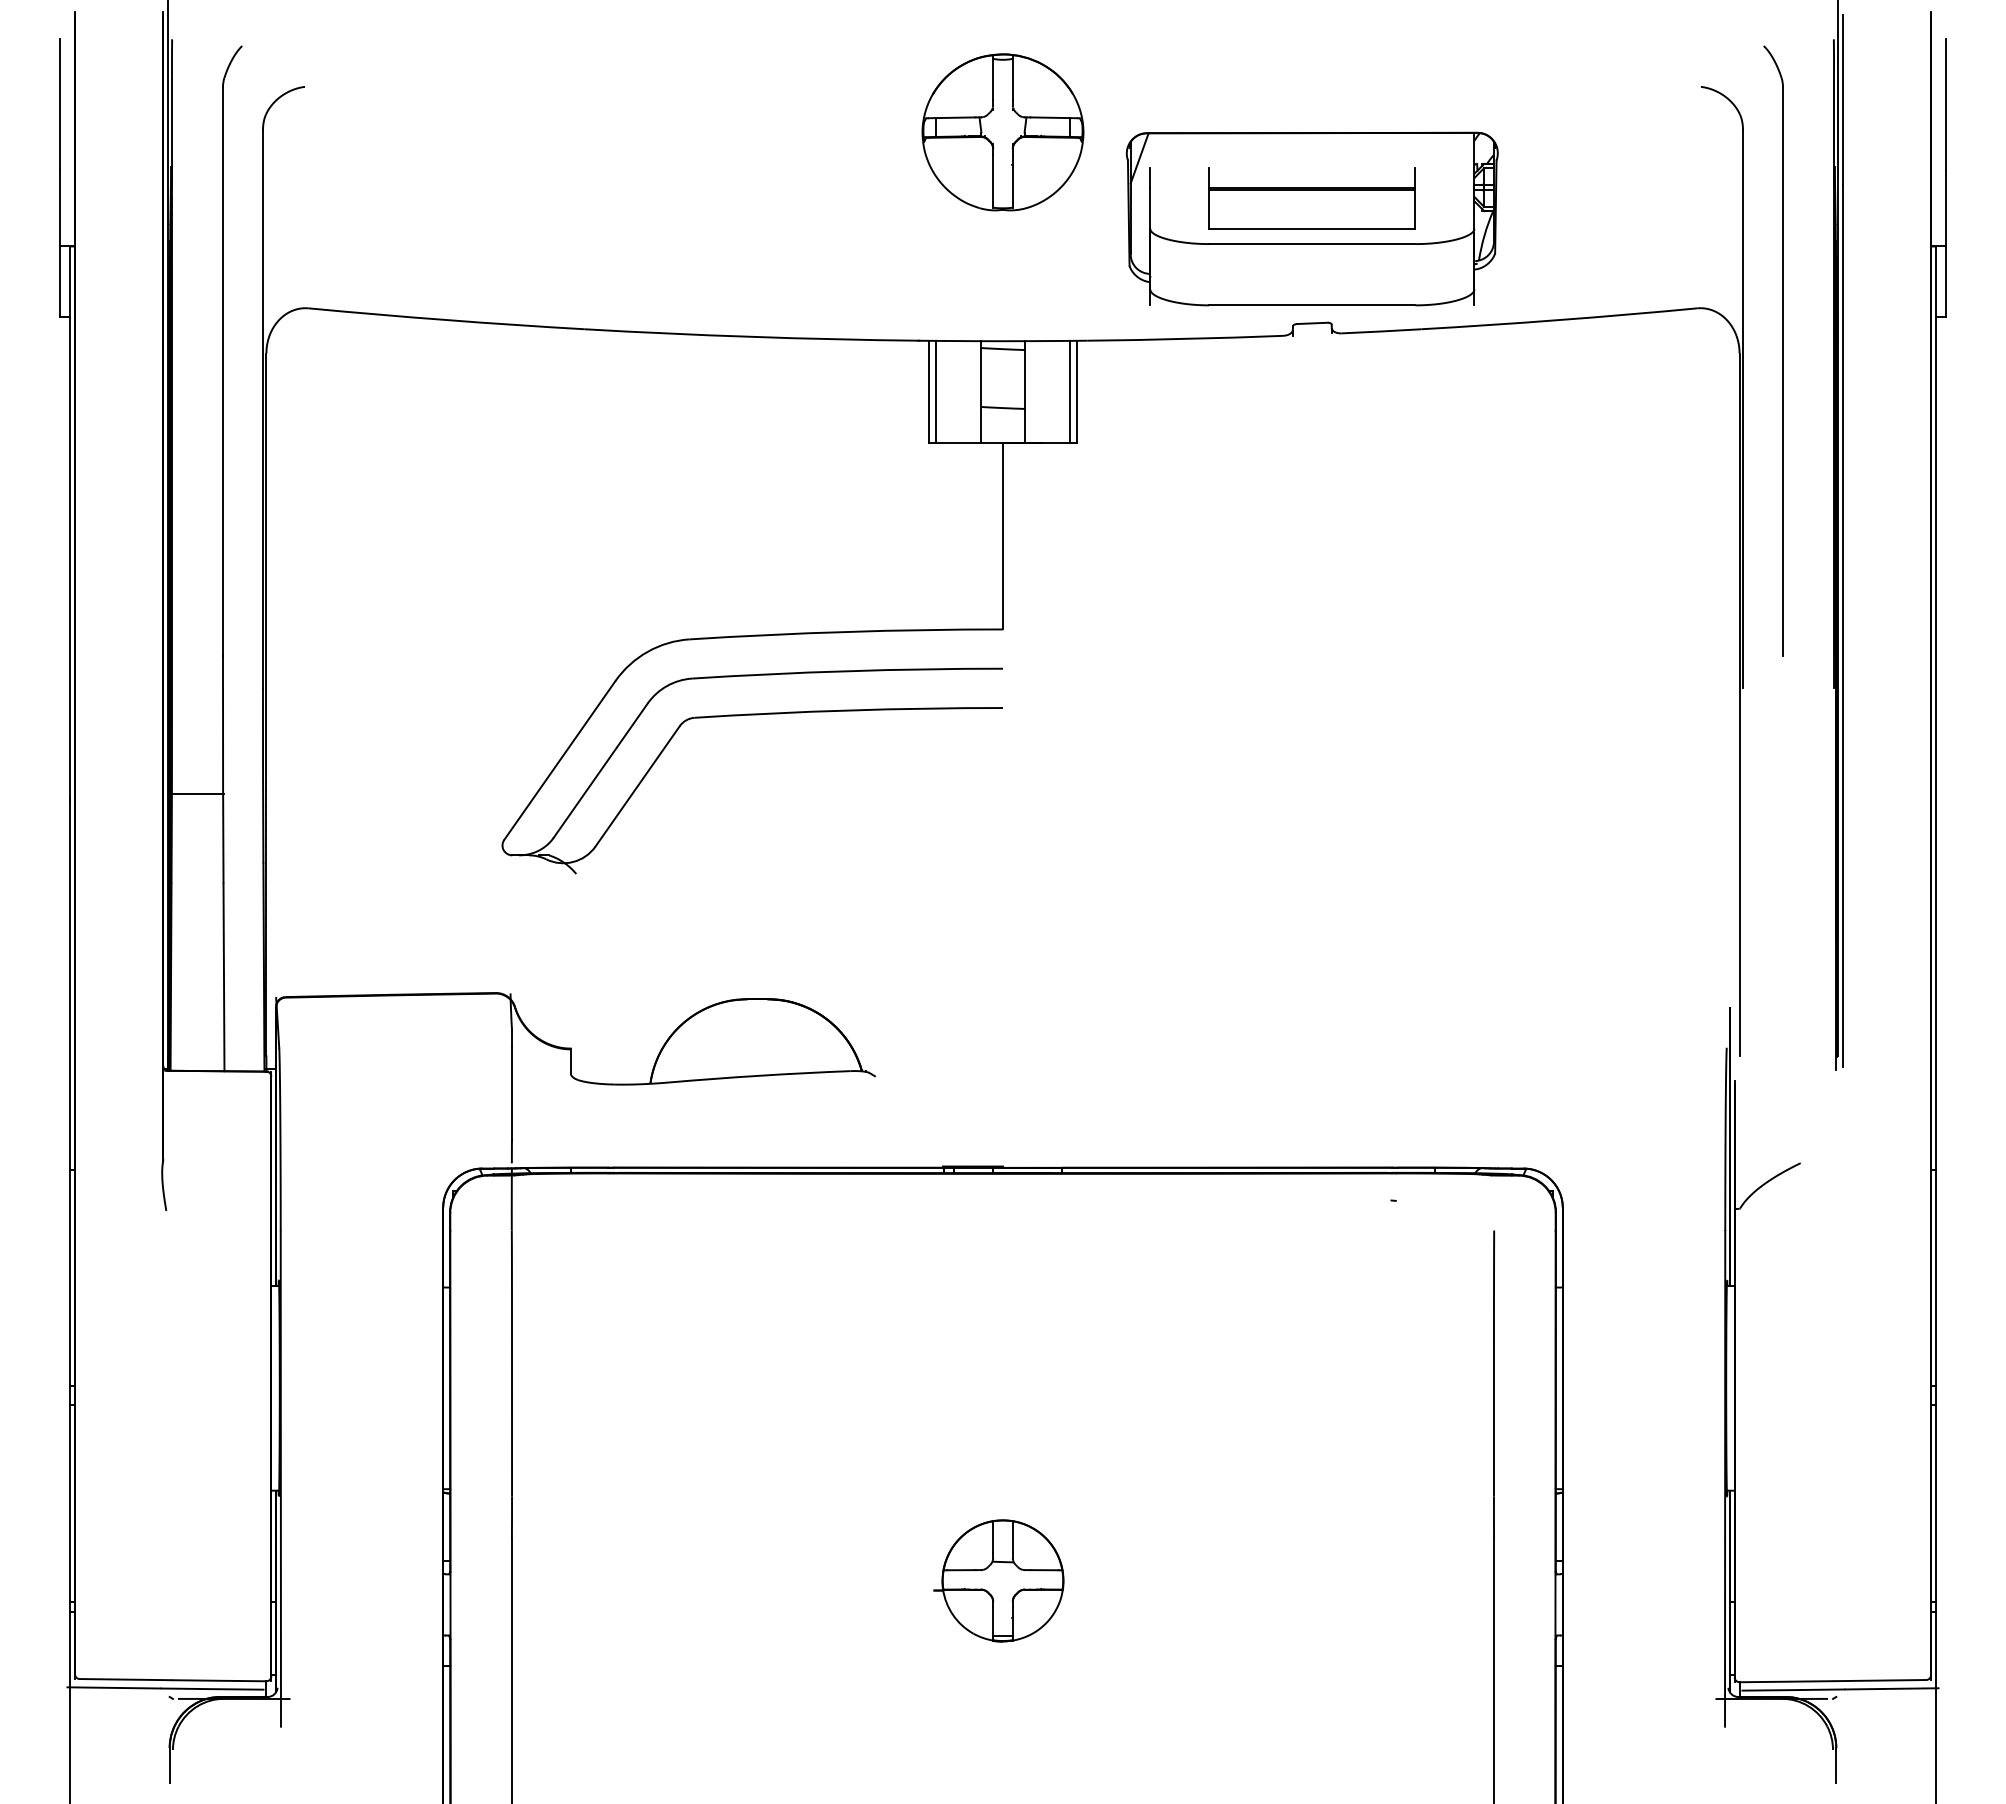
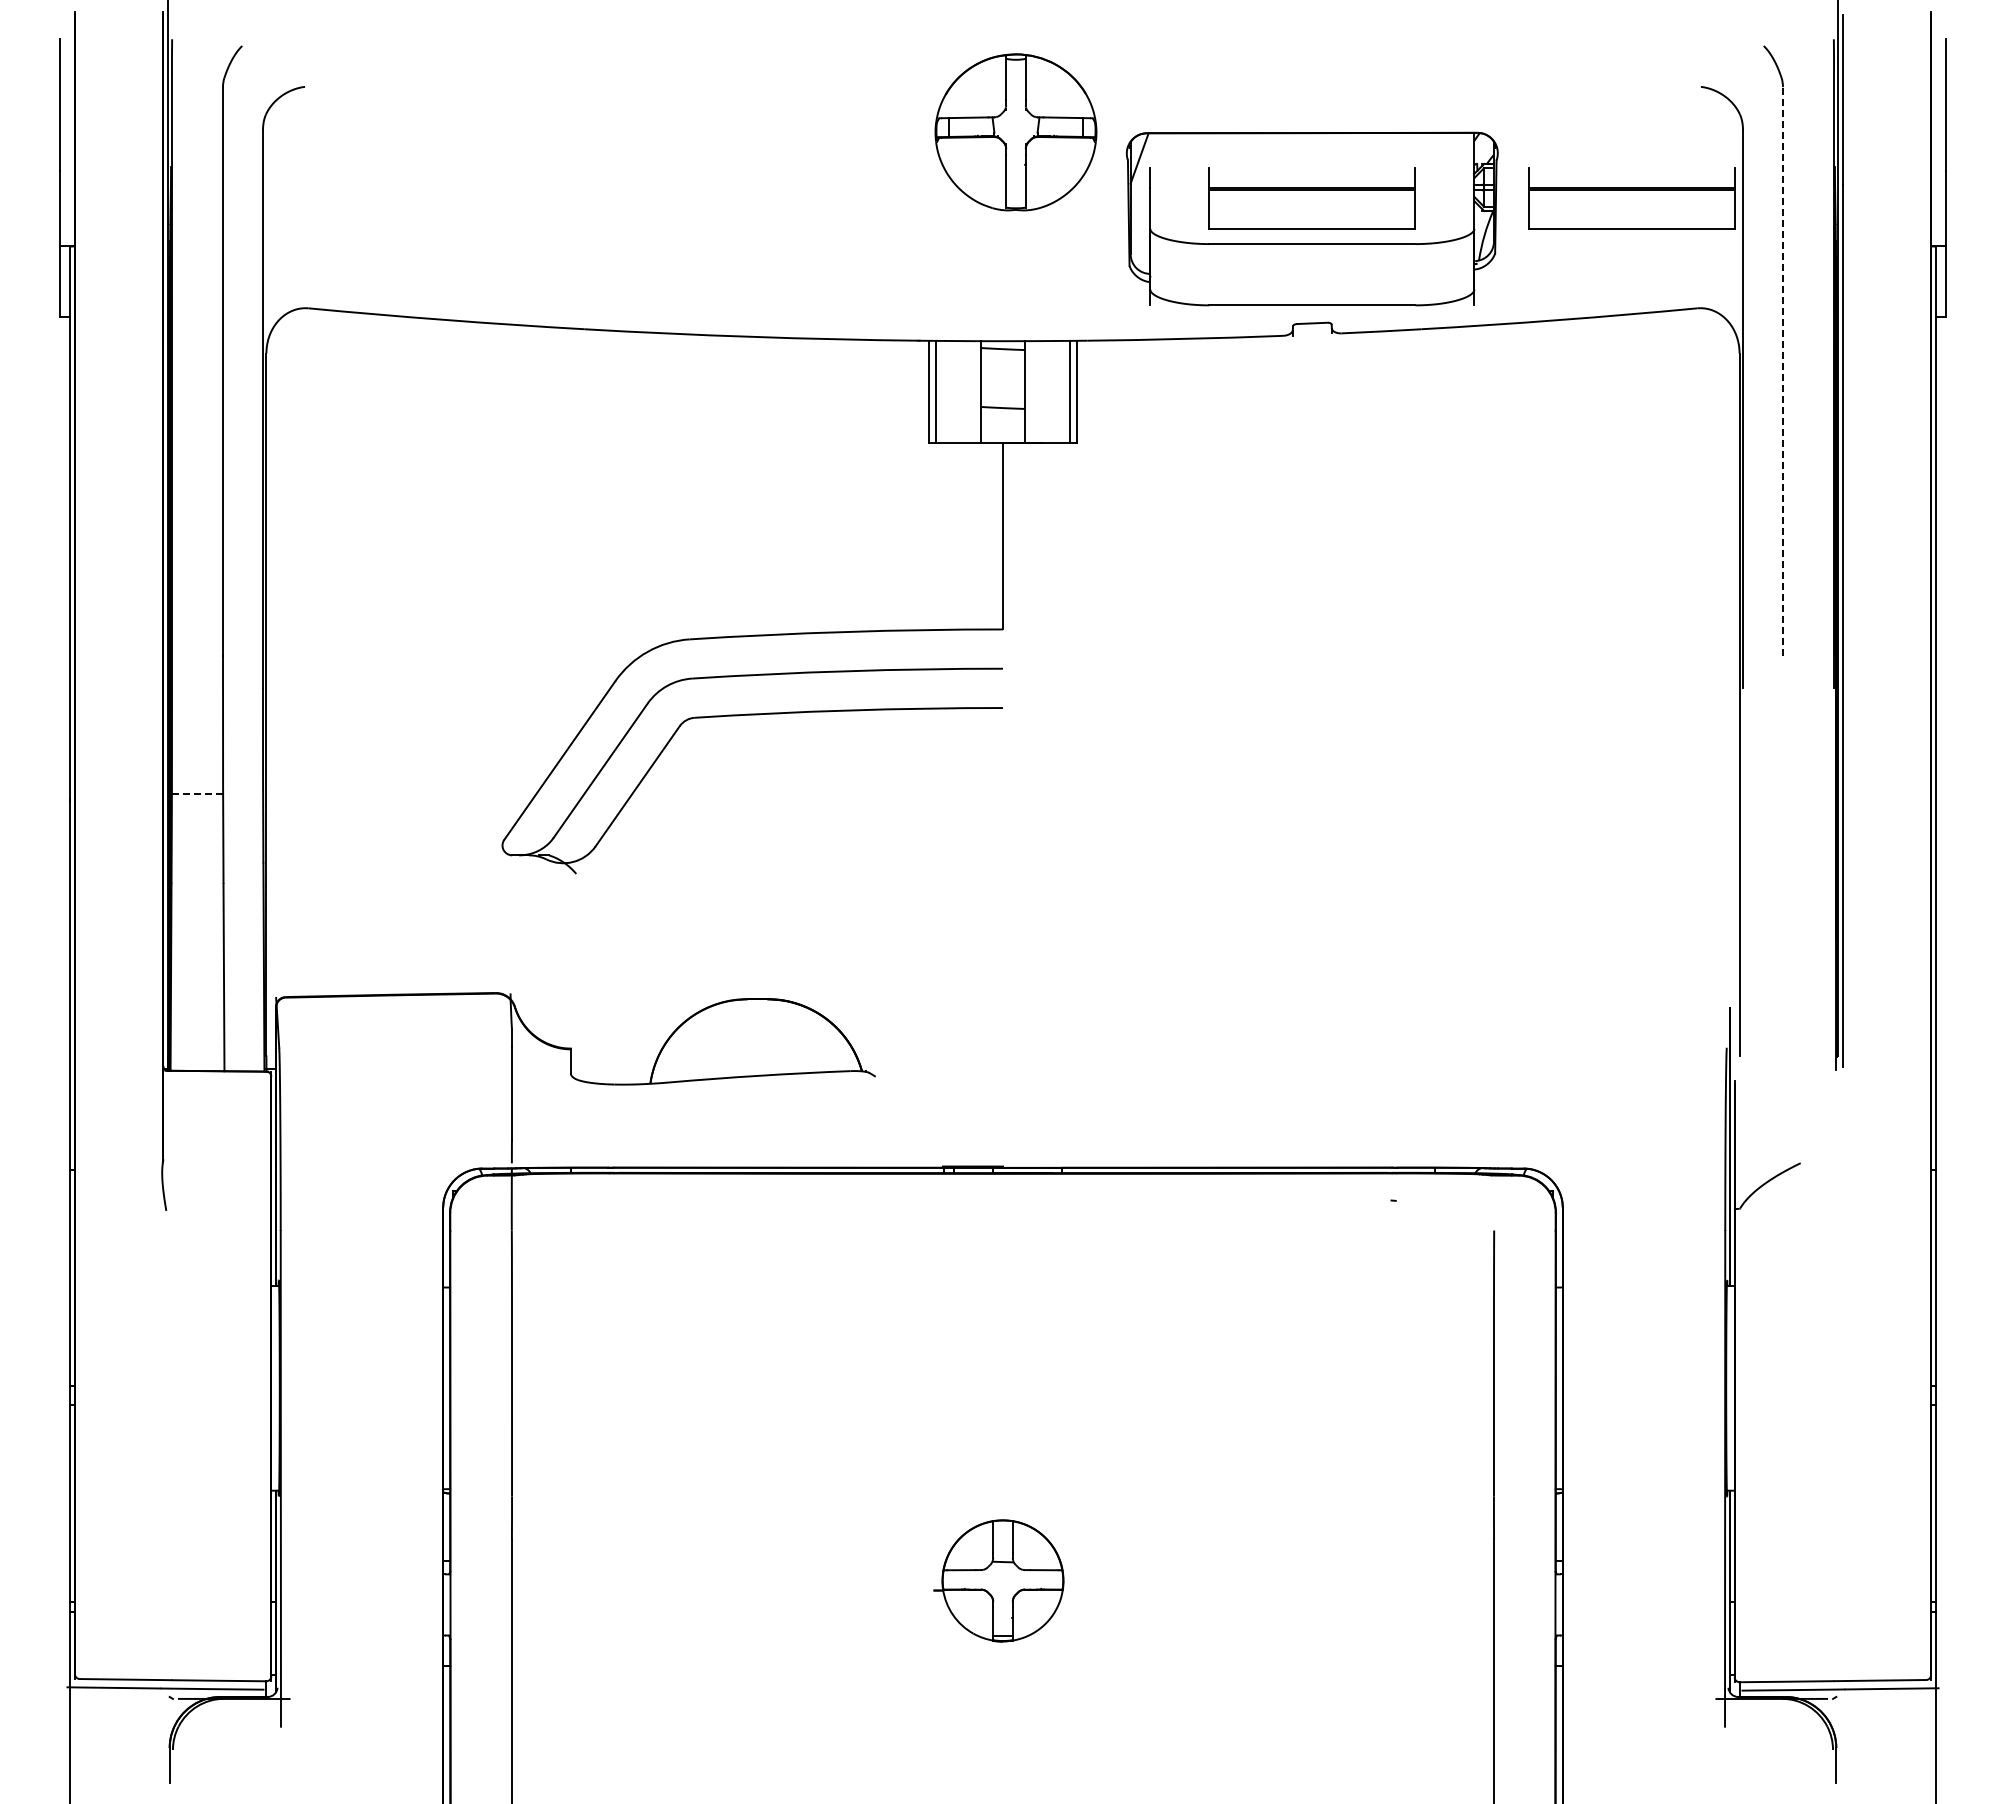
part at (1002, 132) position: (1002, 132) -> (1015, 132)
part at (1631, 198): none -> present
line at (1782, 371): solid -> dashed
line at (197, 793): solid -> dashed
